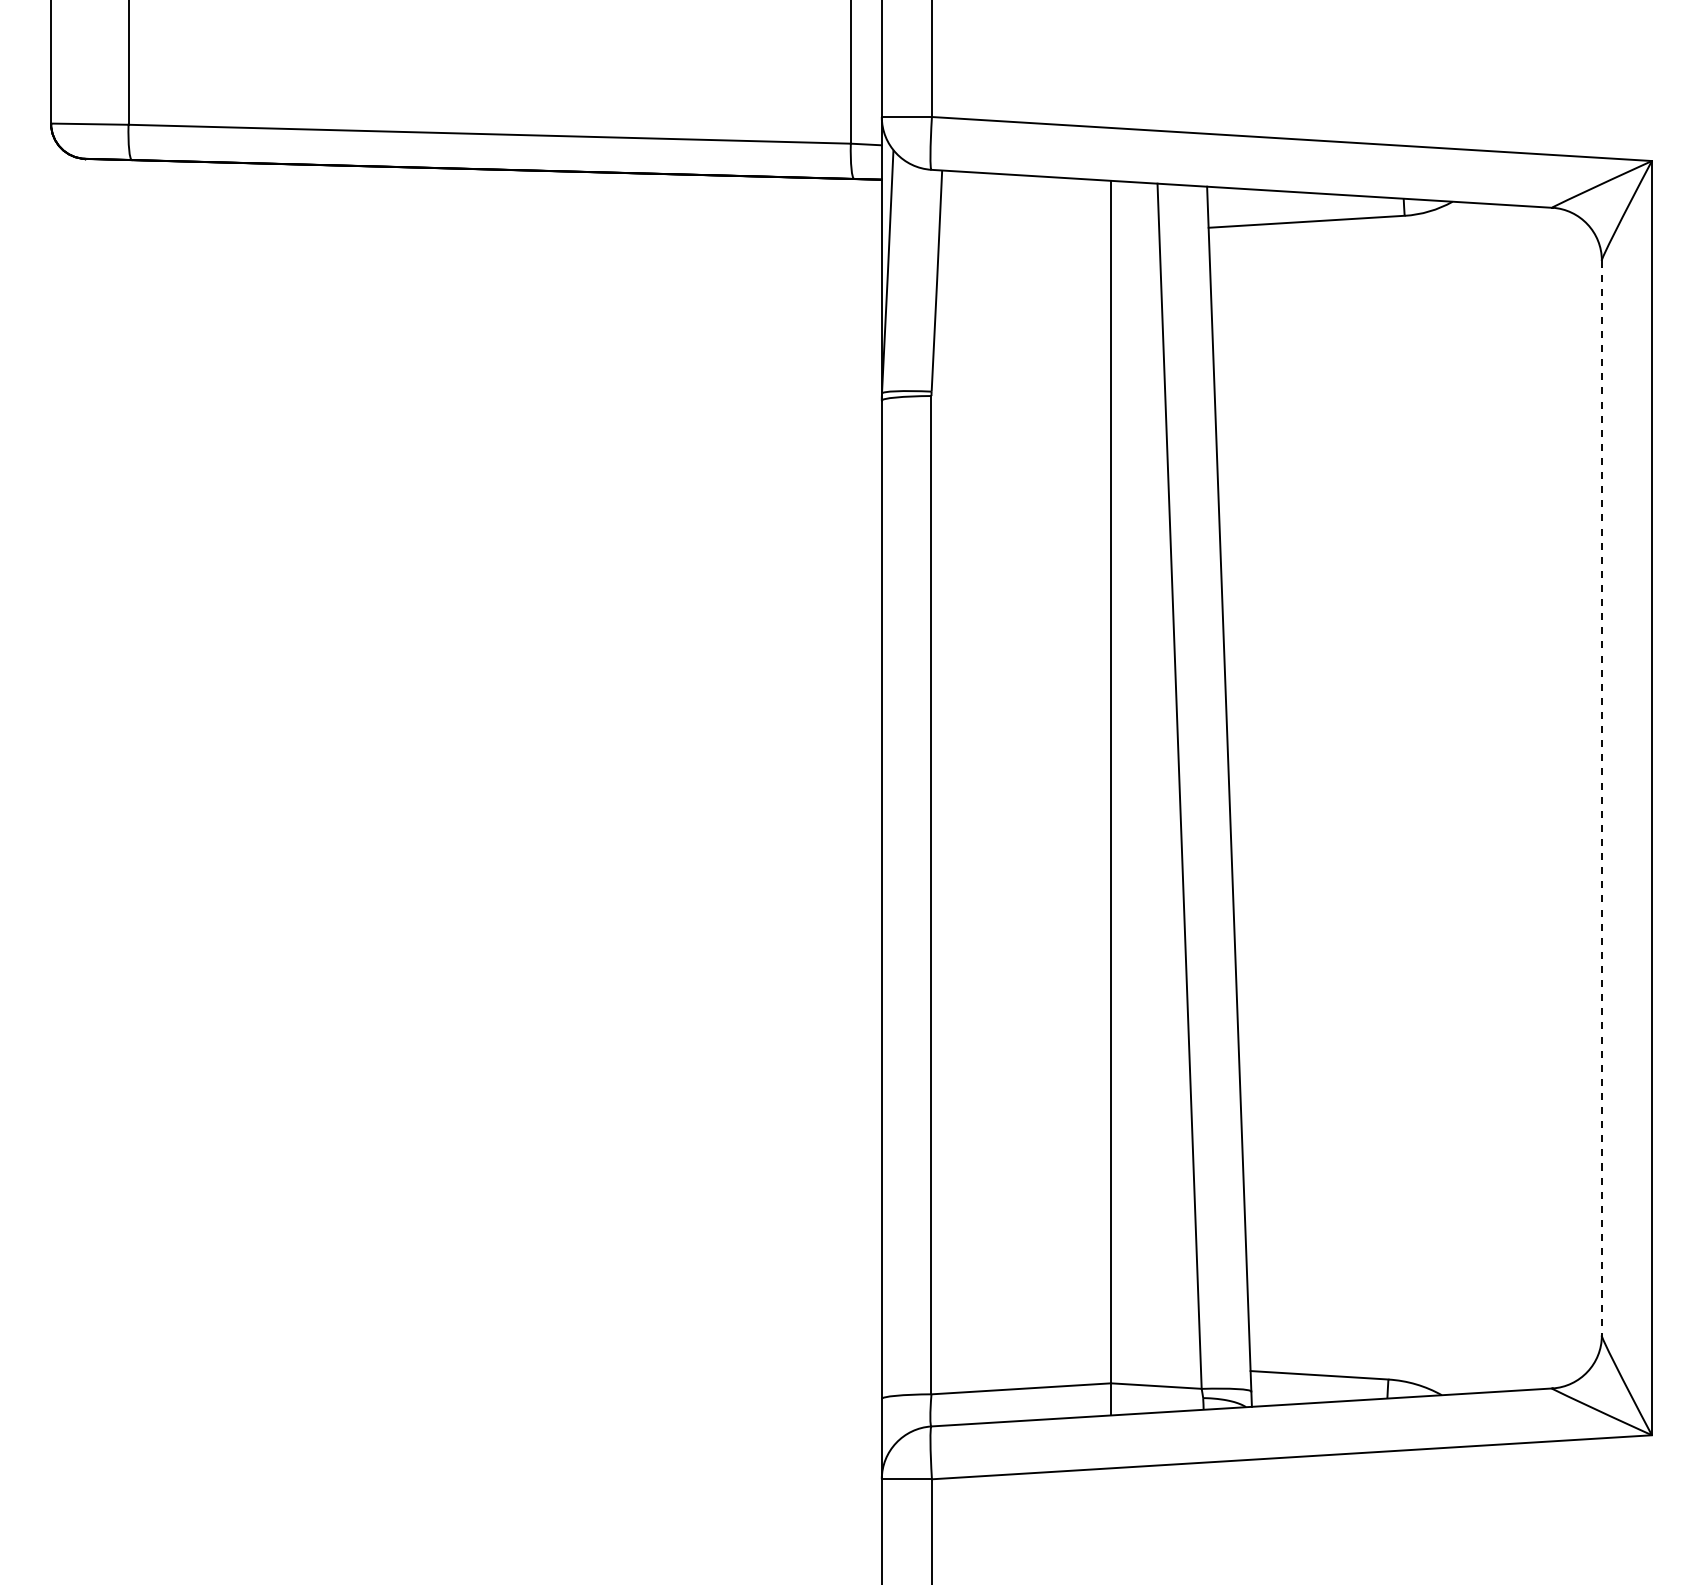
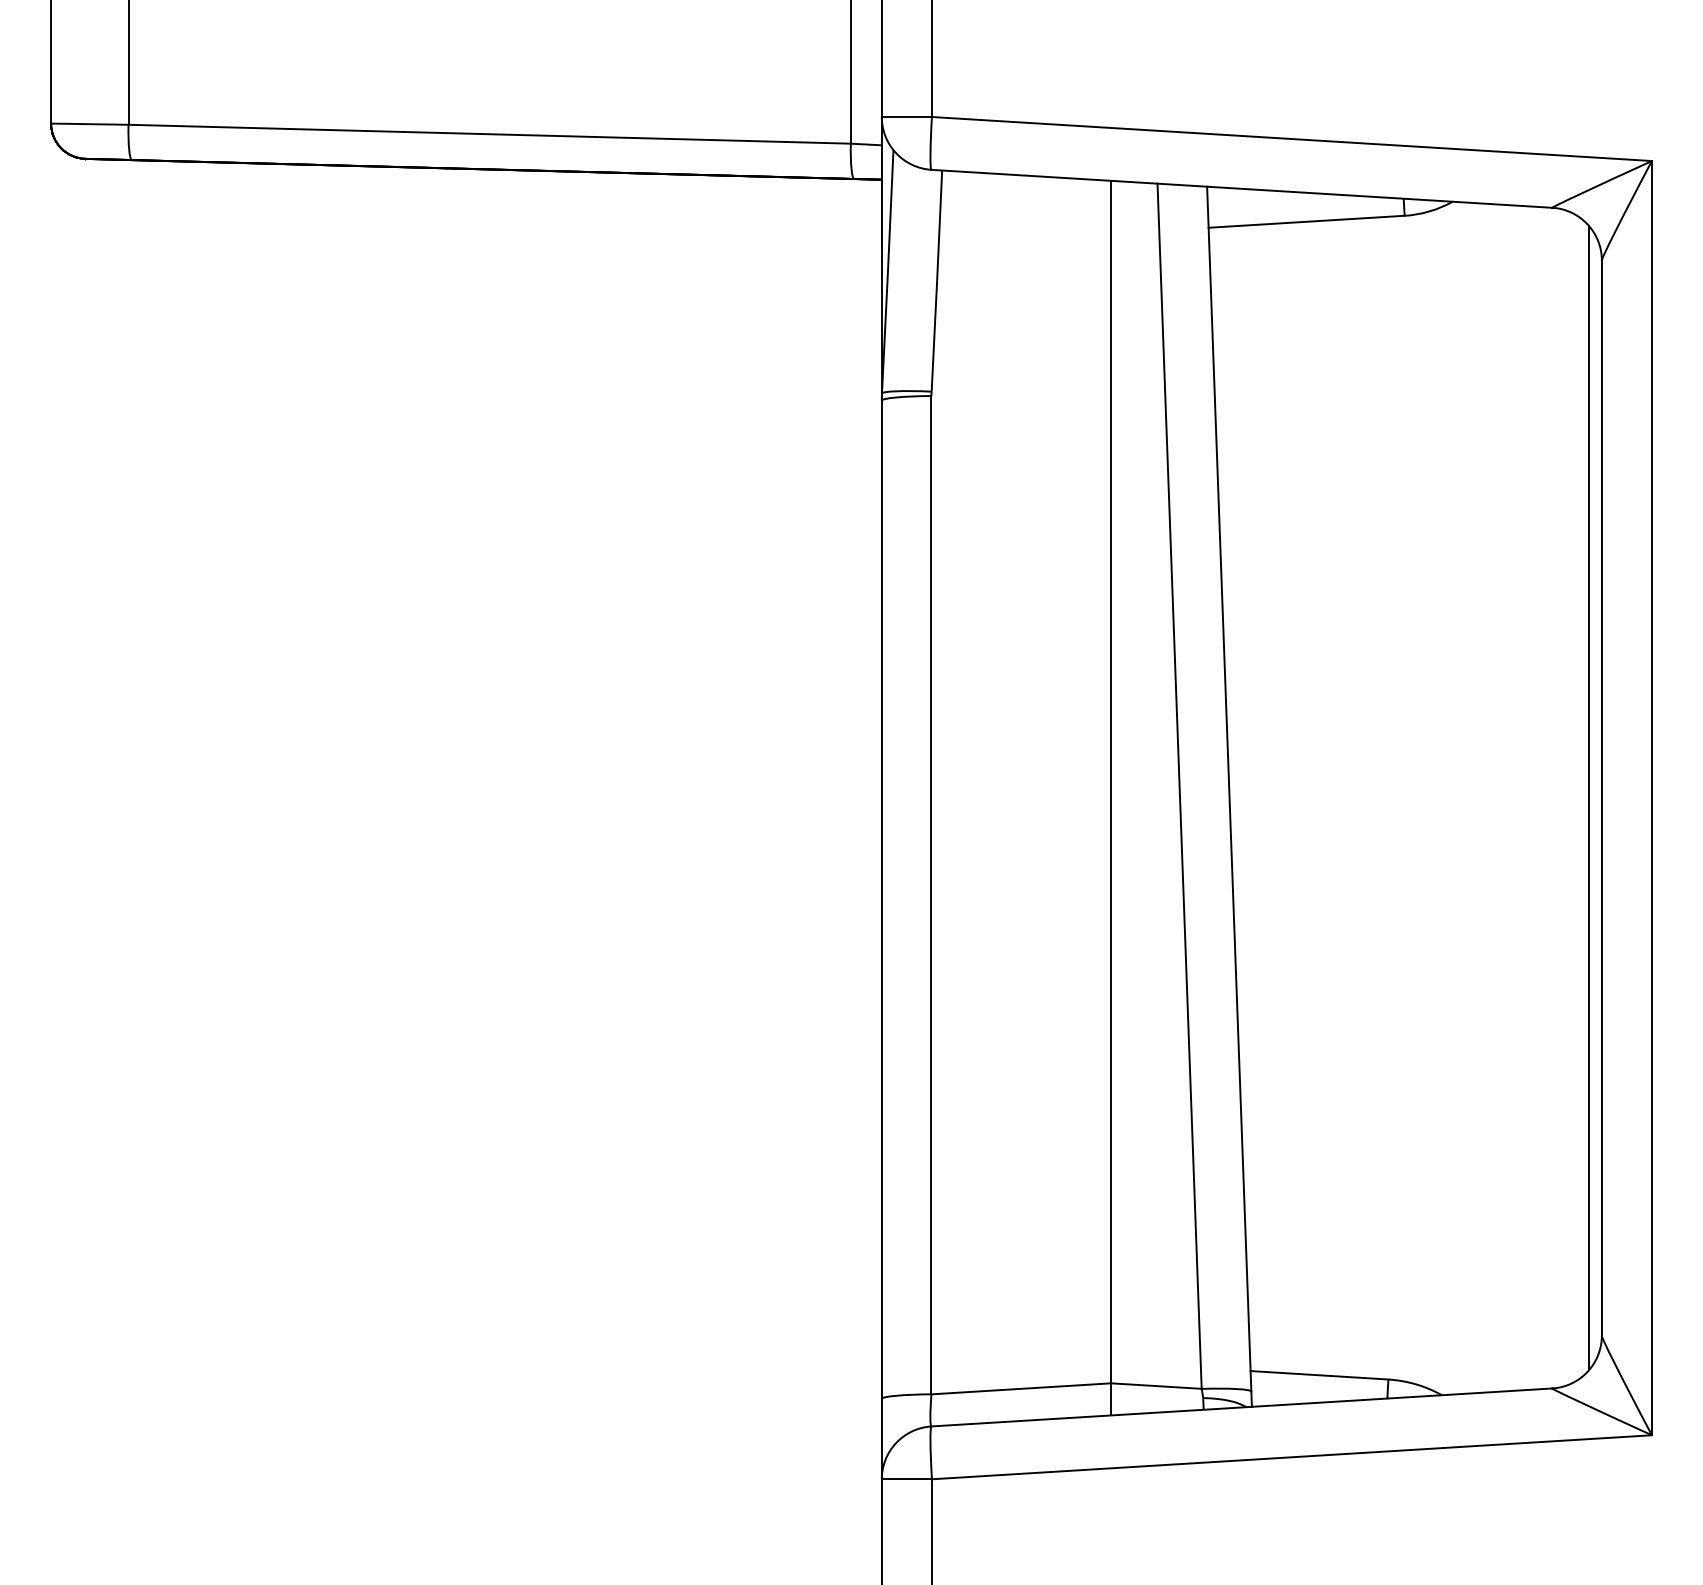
line at (1589, 798): none -> present
line at (1601, 798): dashed -> solid
